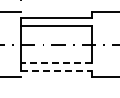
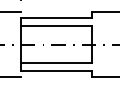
line at (56, 63): dashed -> solid
line at (56, 71): dashed -> solid
